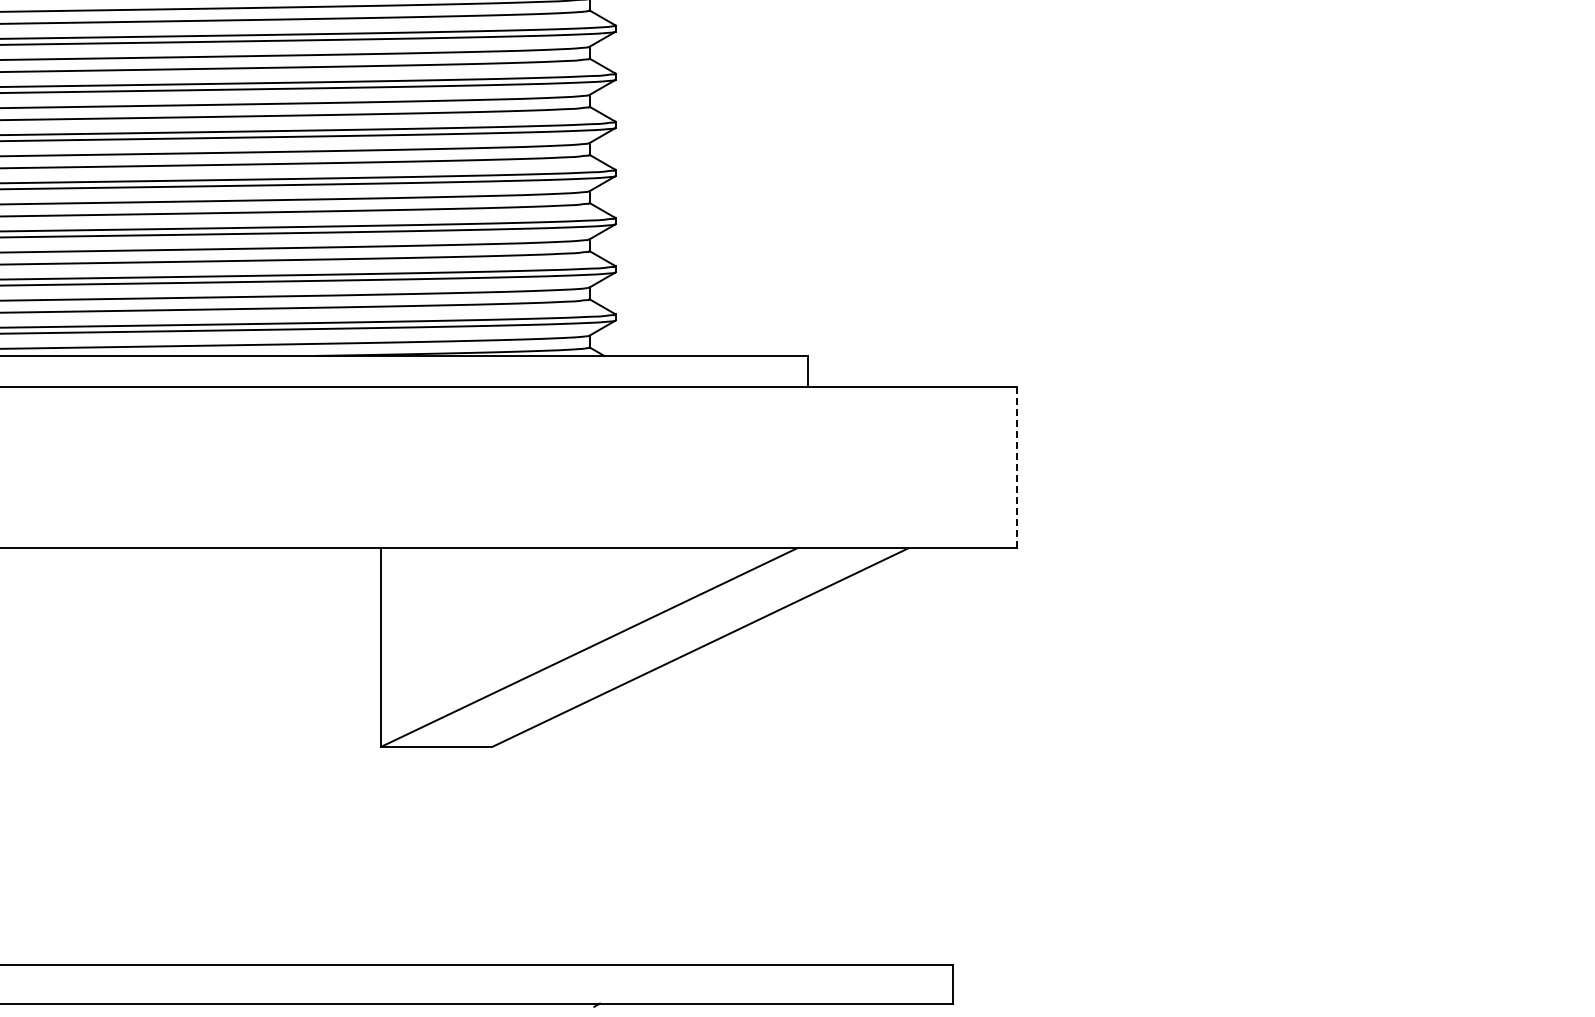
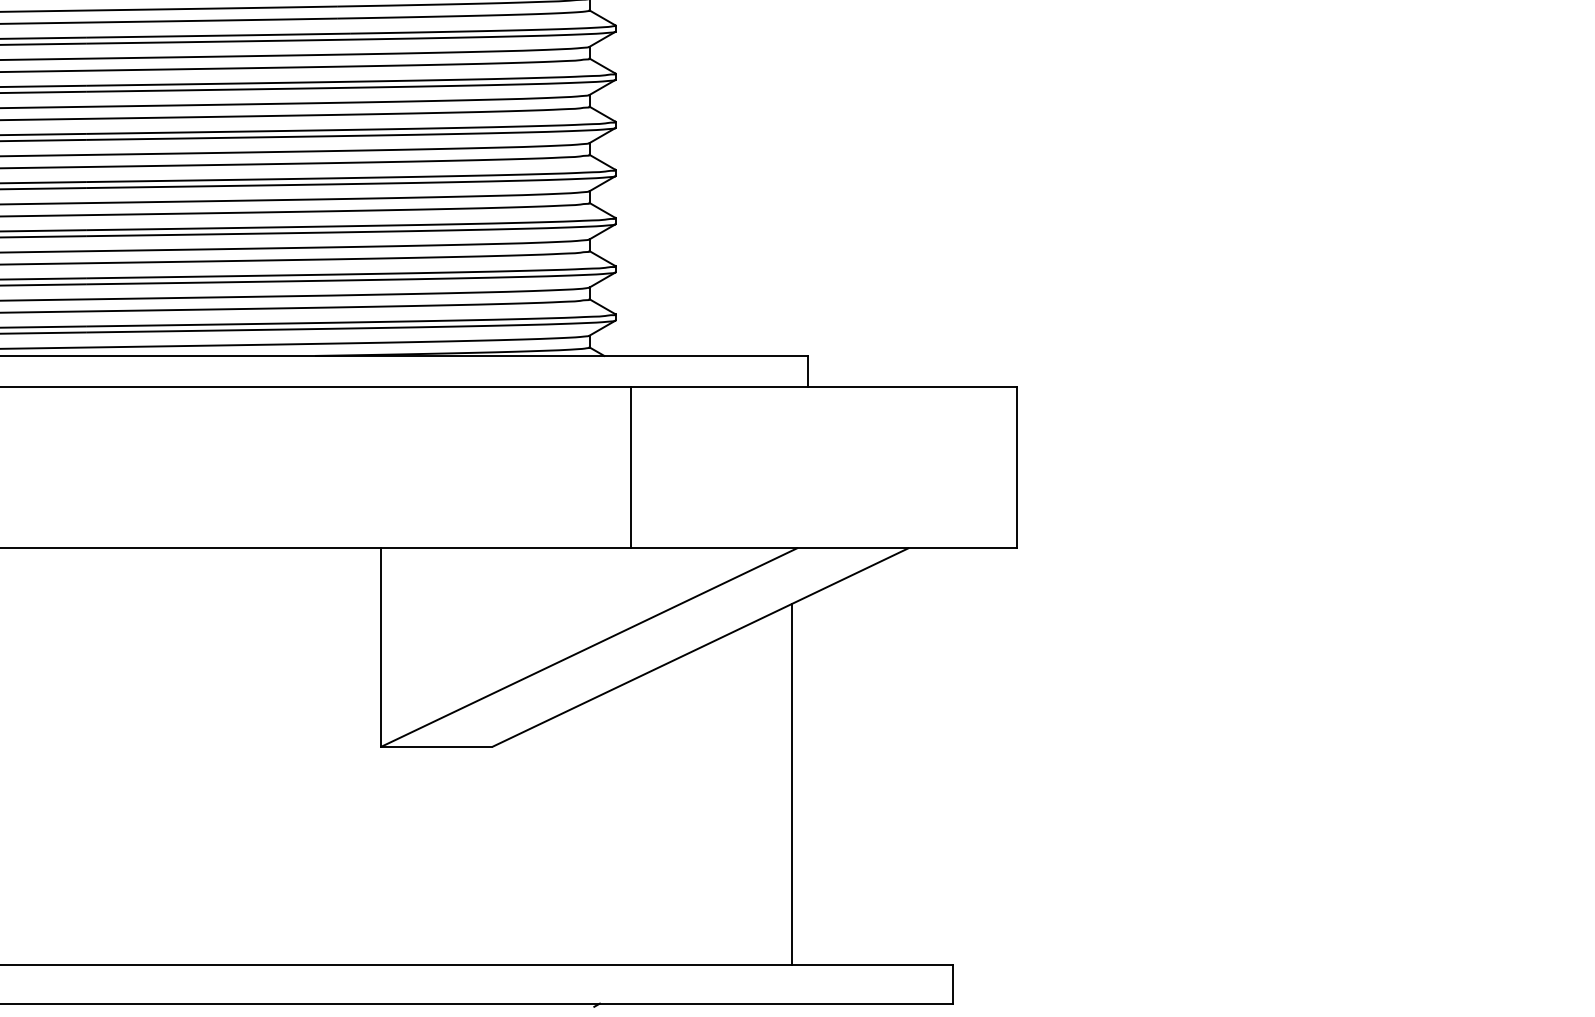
line at (631, 467): none -> present
line at (1016, 468): dashed -> solid
line at (792, 784): none -> present
